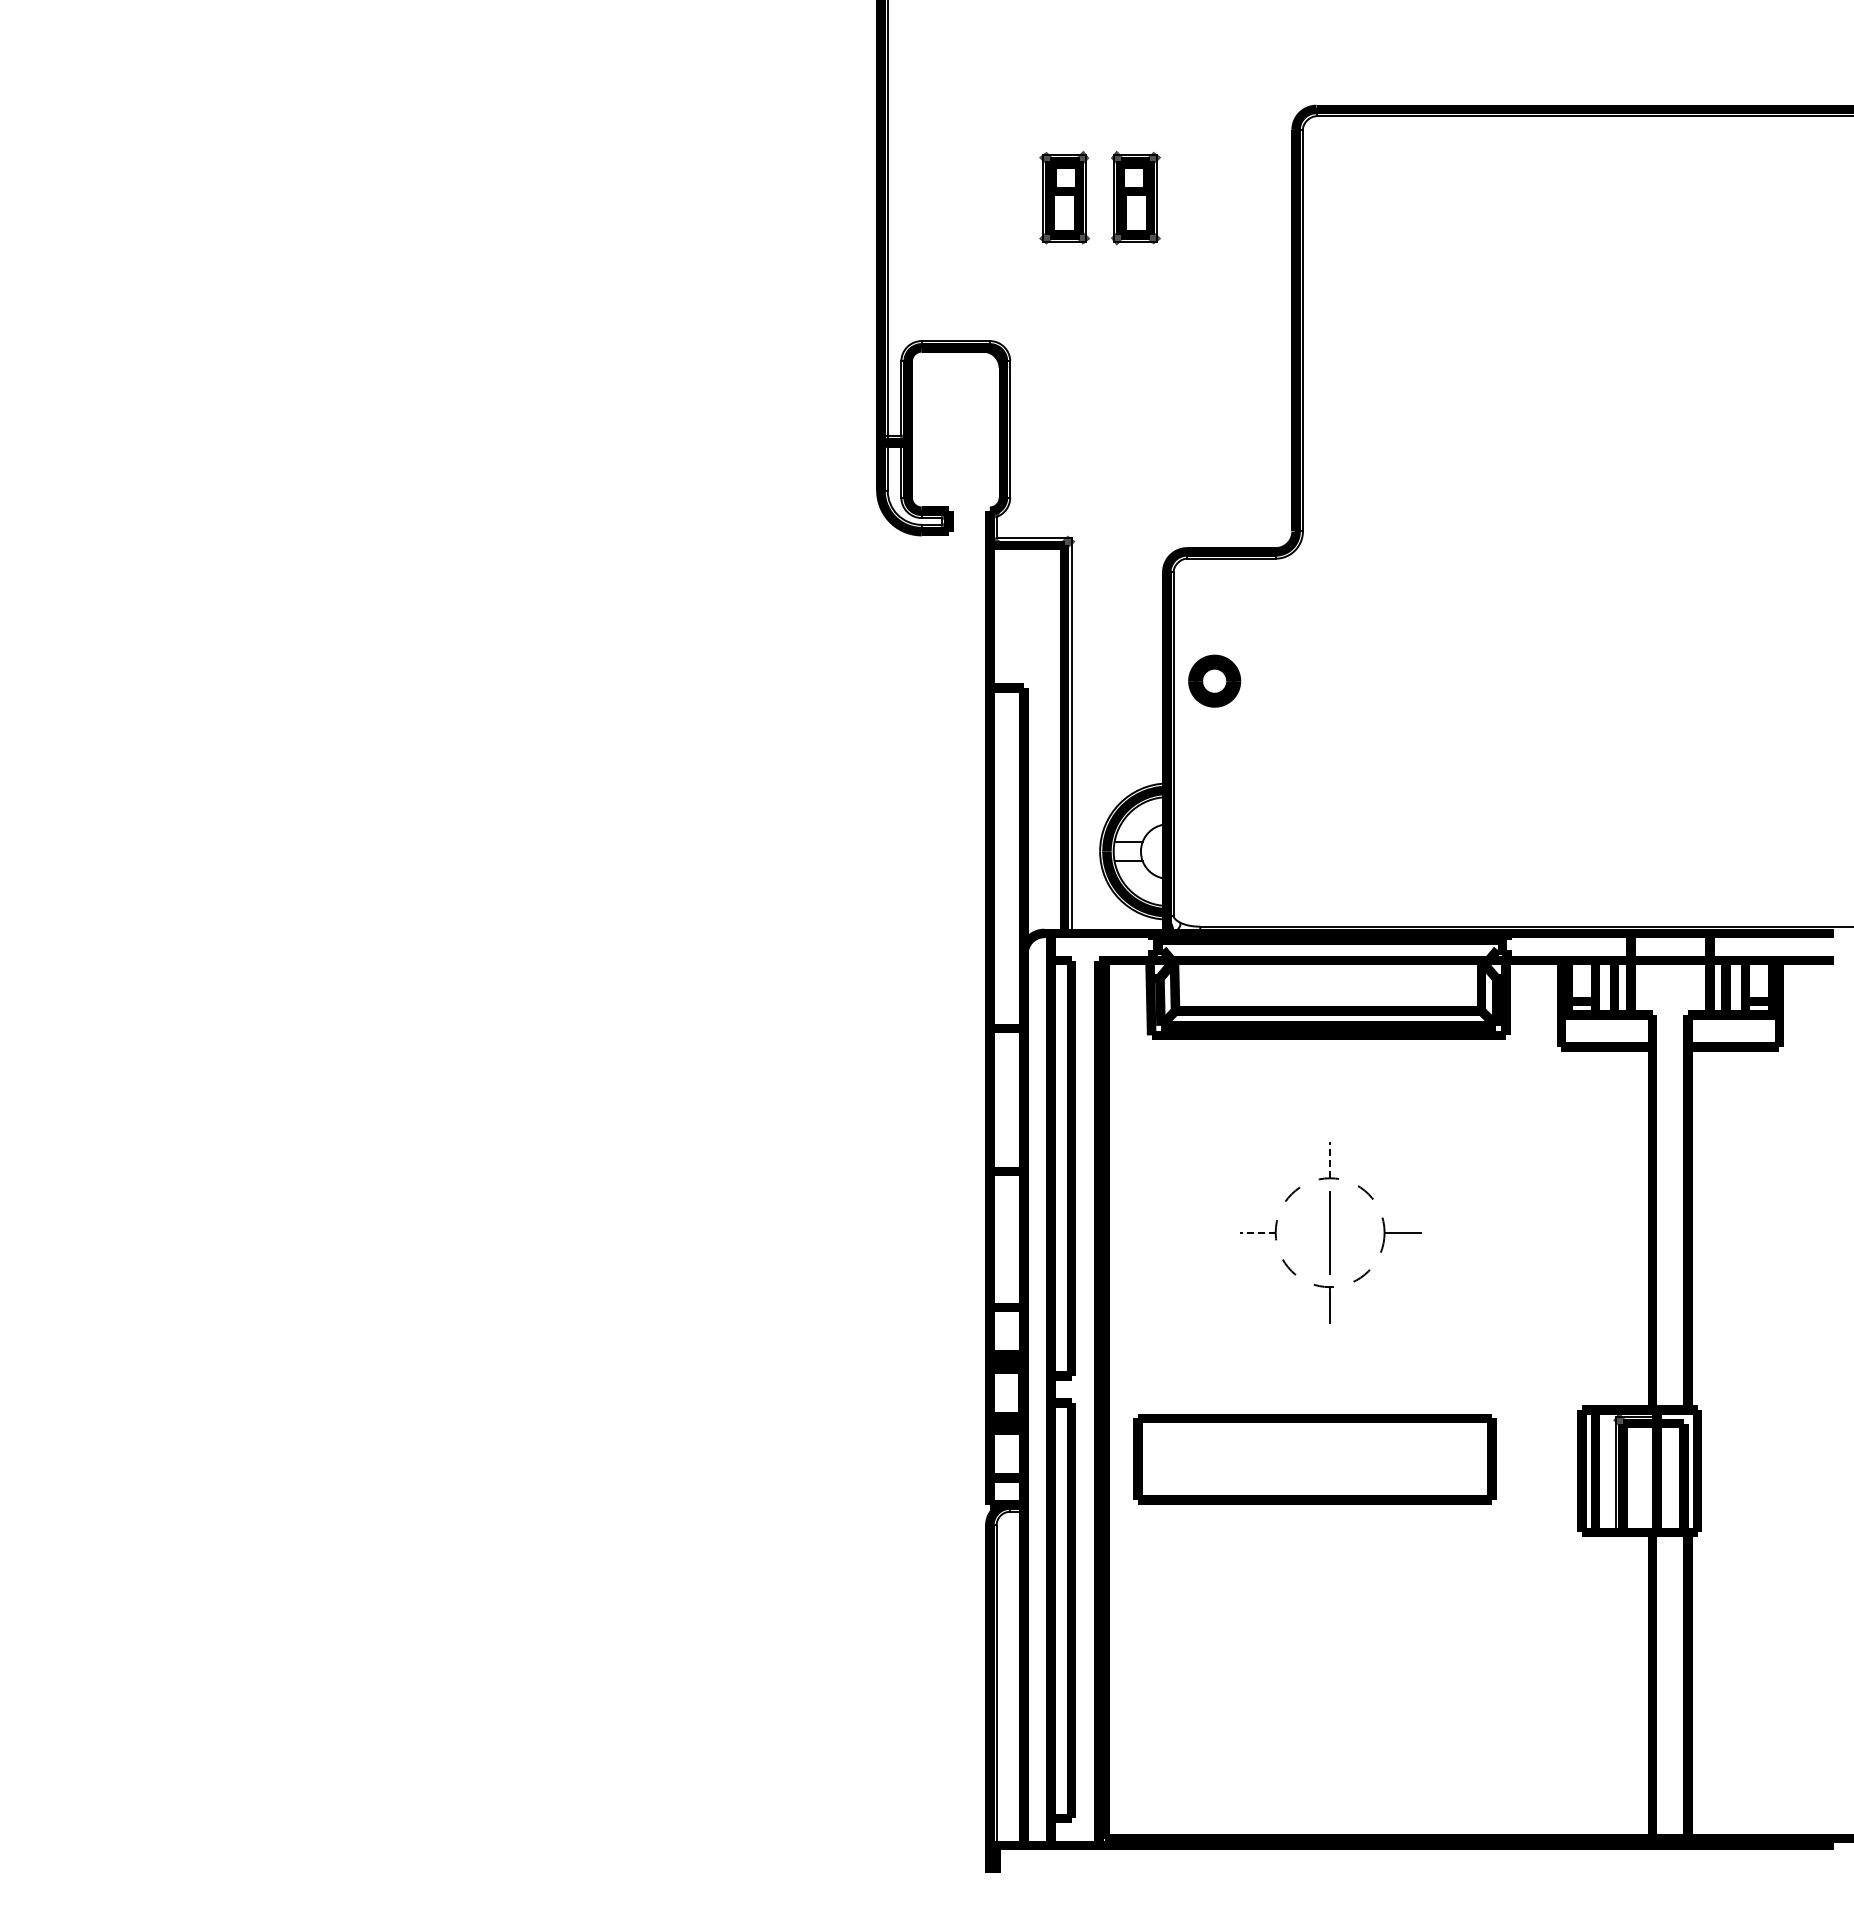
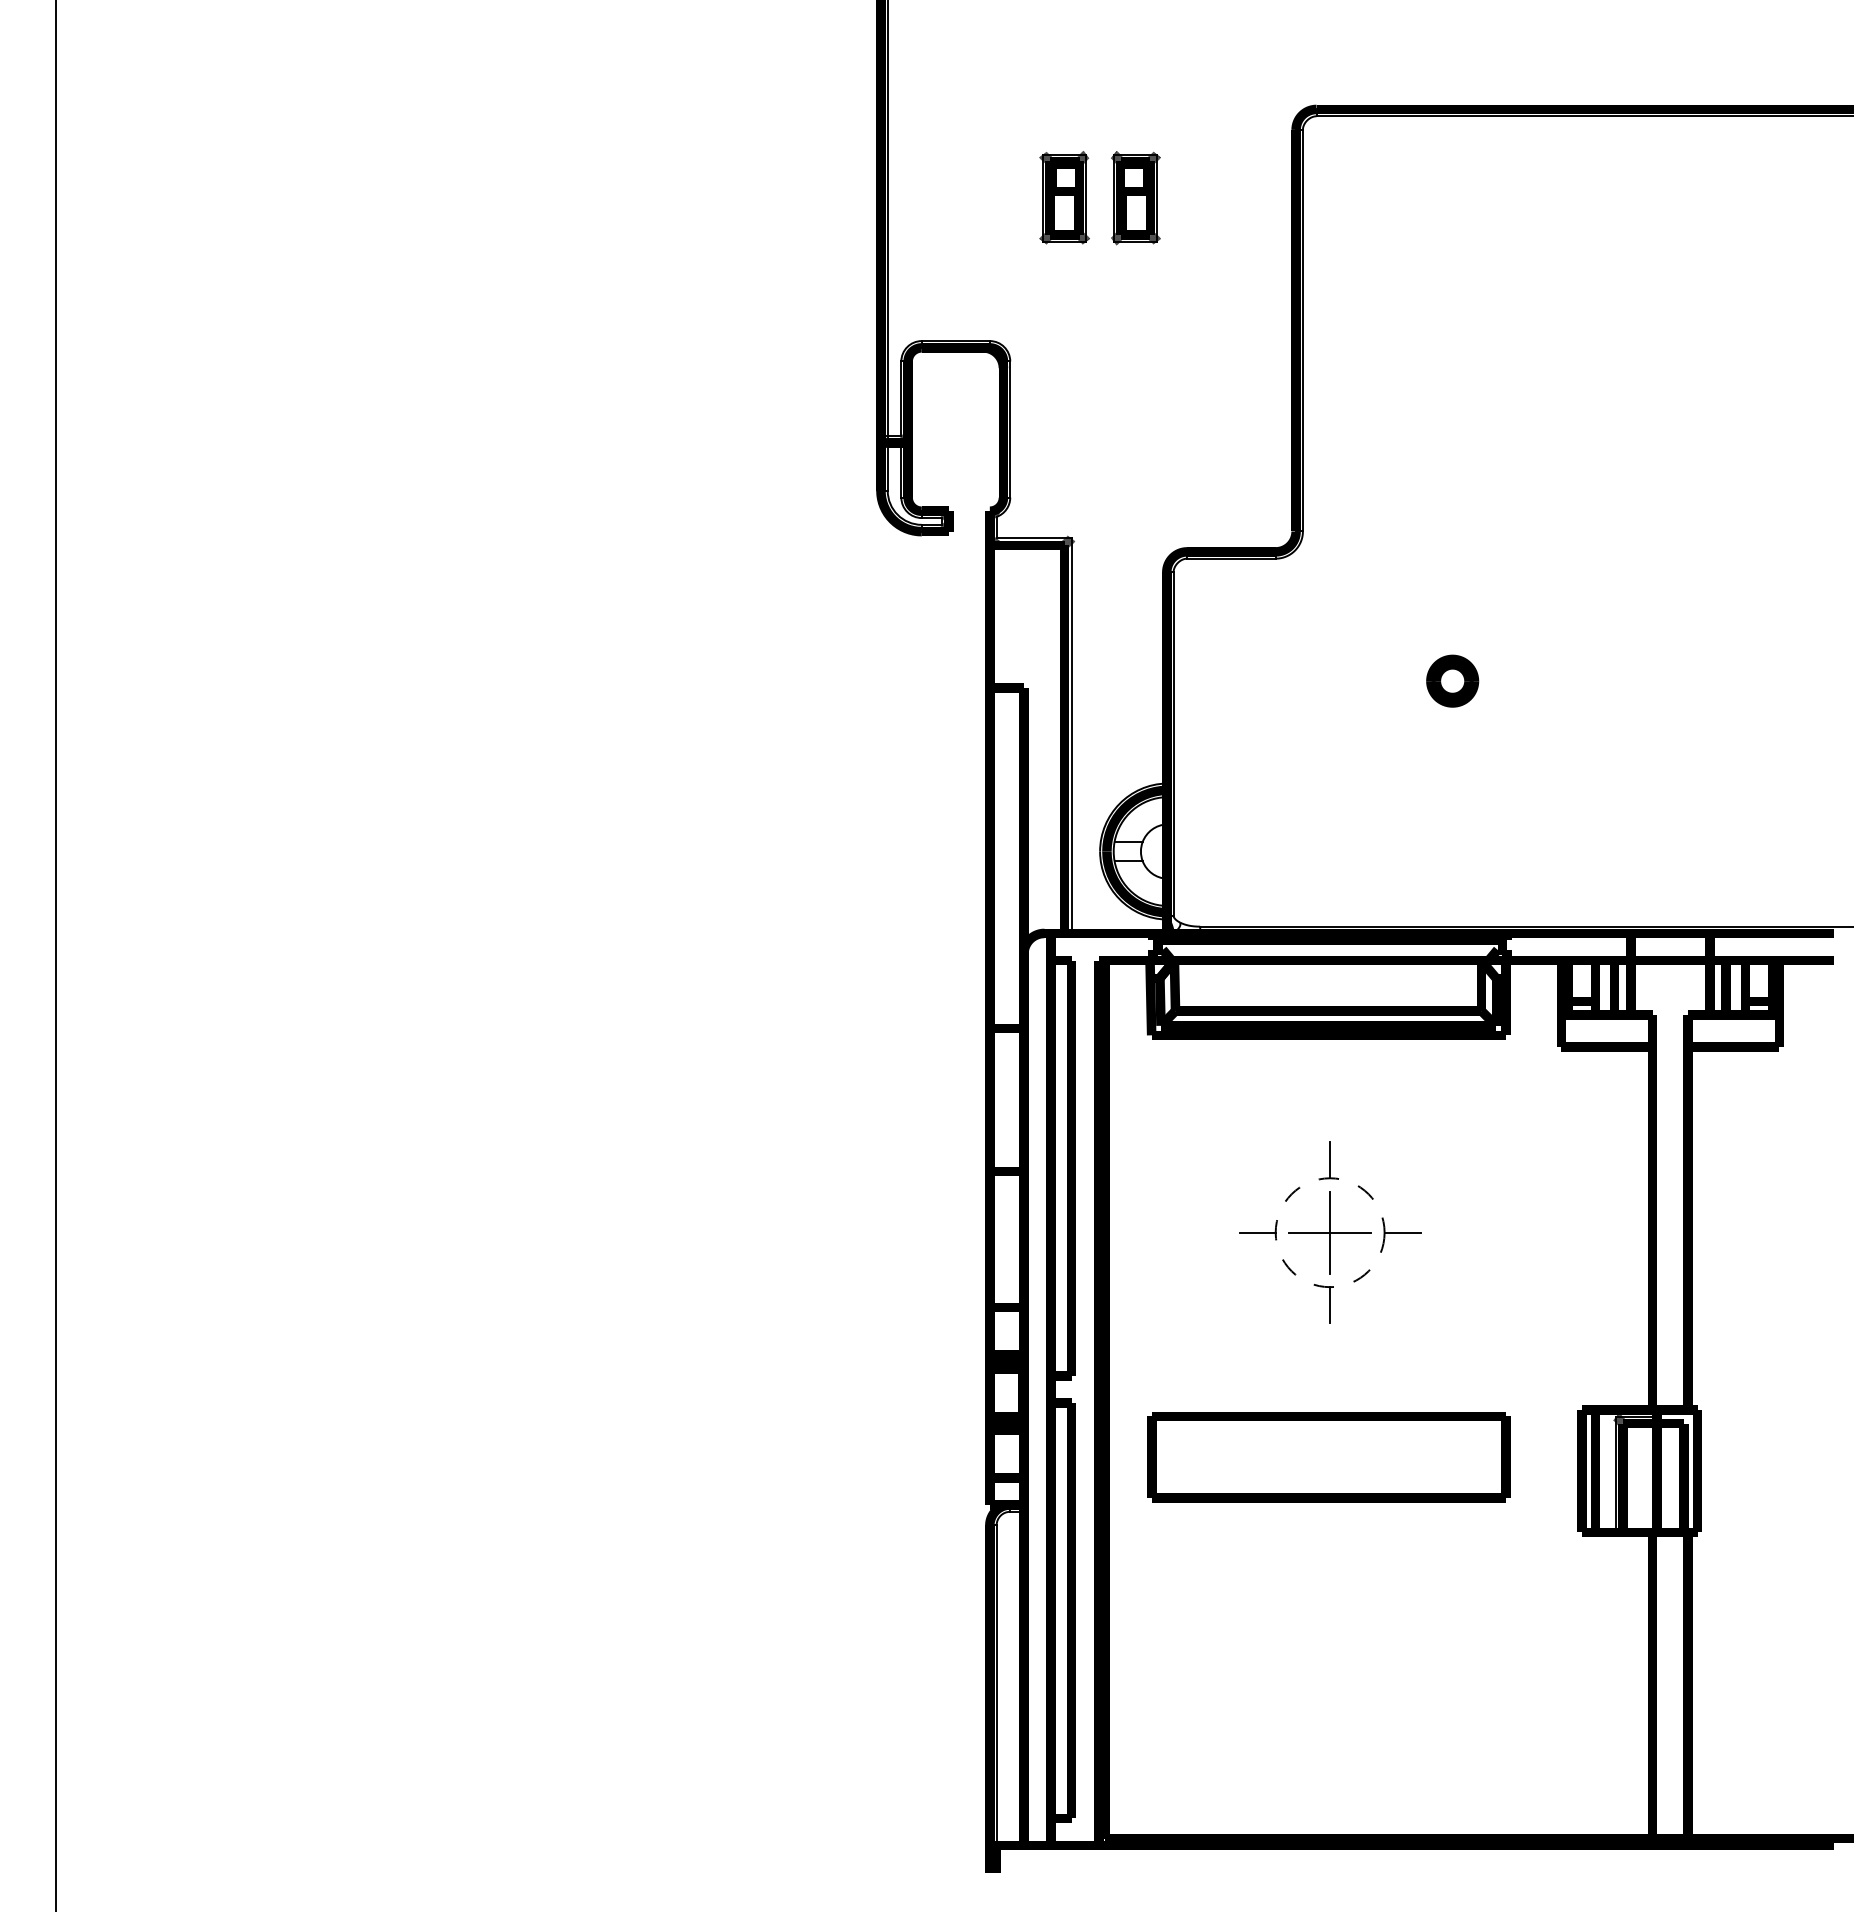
part at (1214, 680) position: (1214, 680) -> (1452, 680)
line at (55, 955): none -> present
line at (1330, 1159): dashed -> solid
line at (1257, 1232): dashed -> solid
line at (1329, 1232): none -> present
part at (1314, 1459) position: (1314, 1459) -> (1328, 1457)
